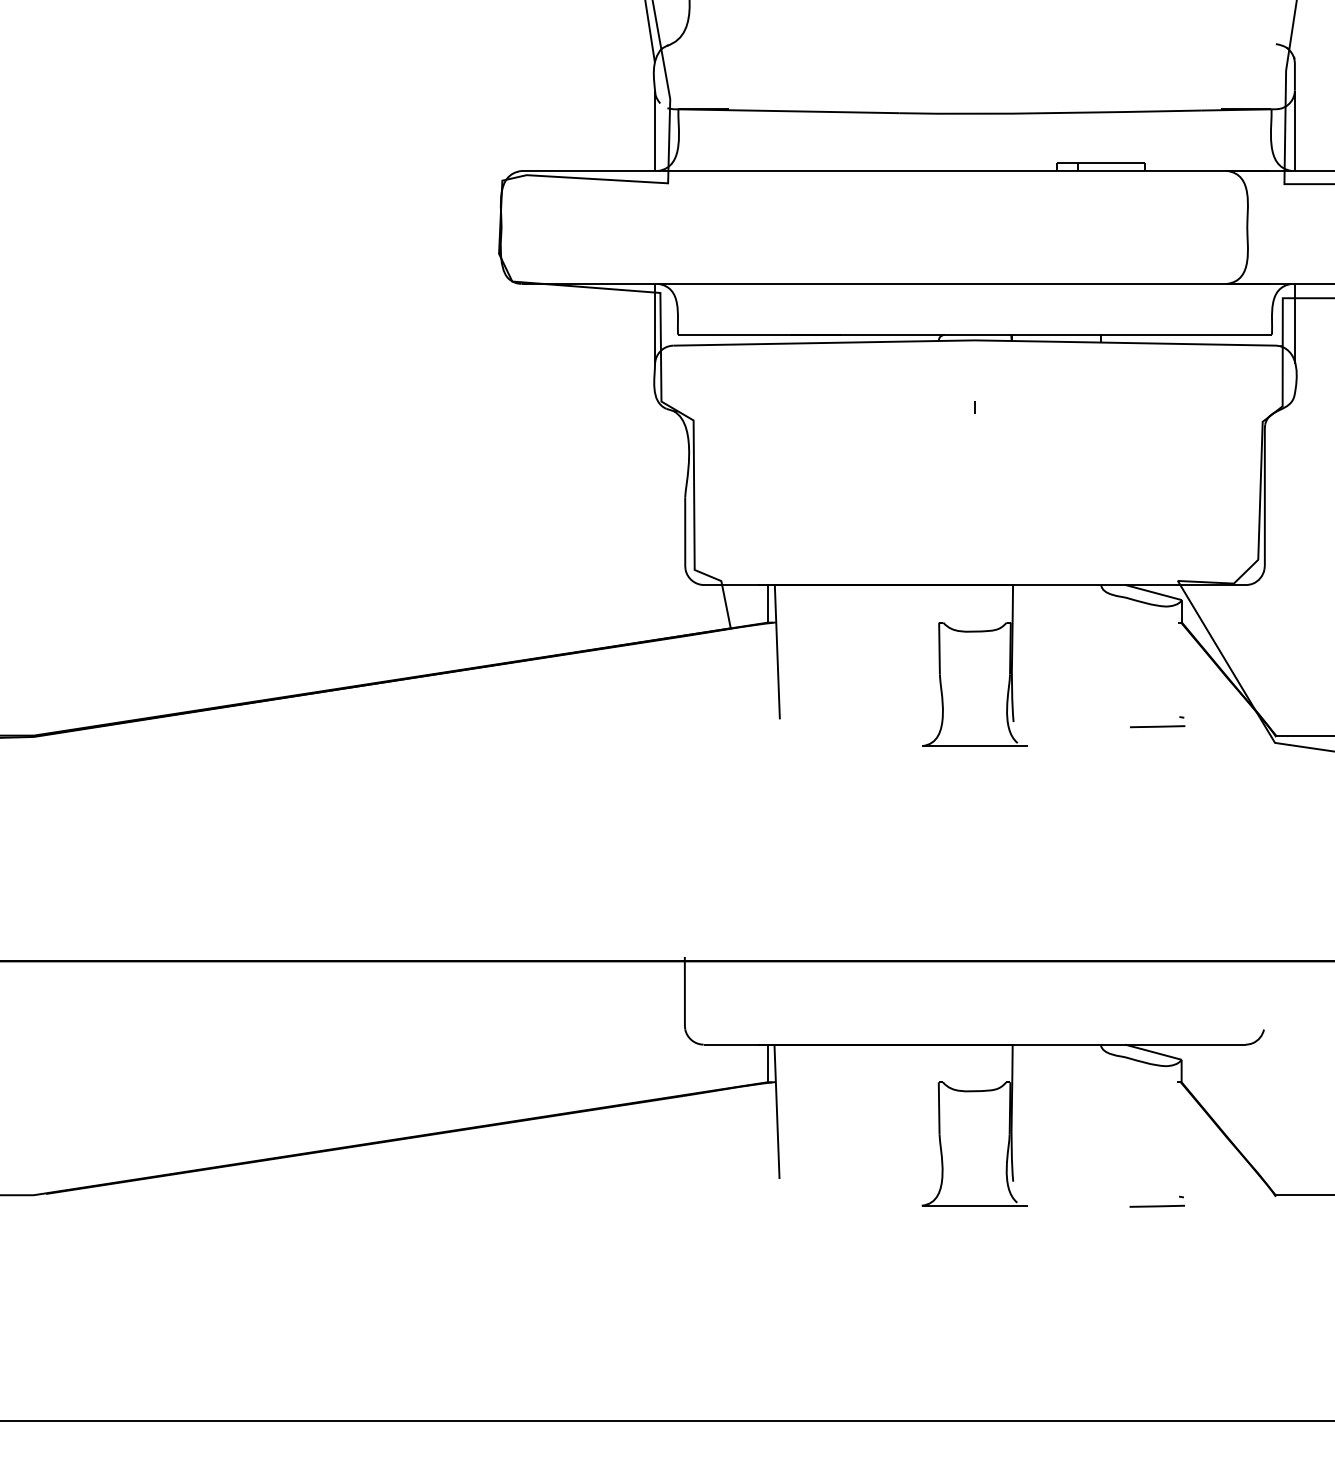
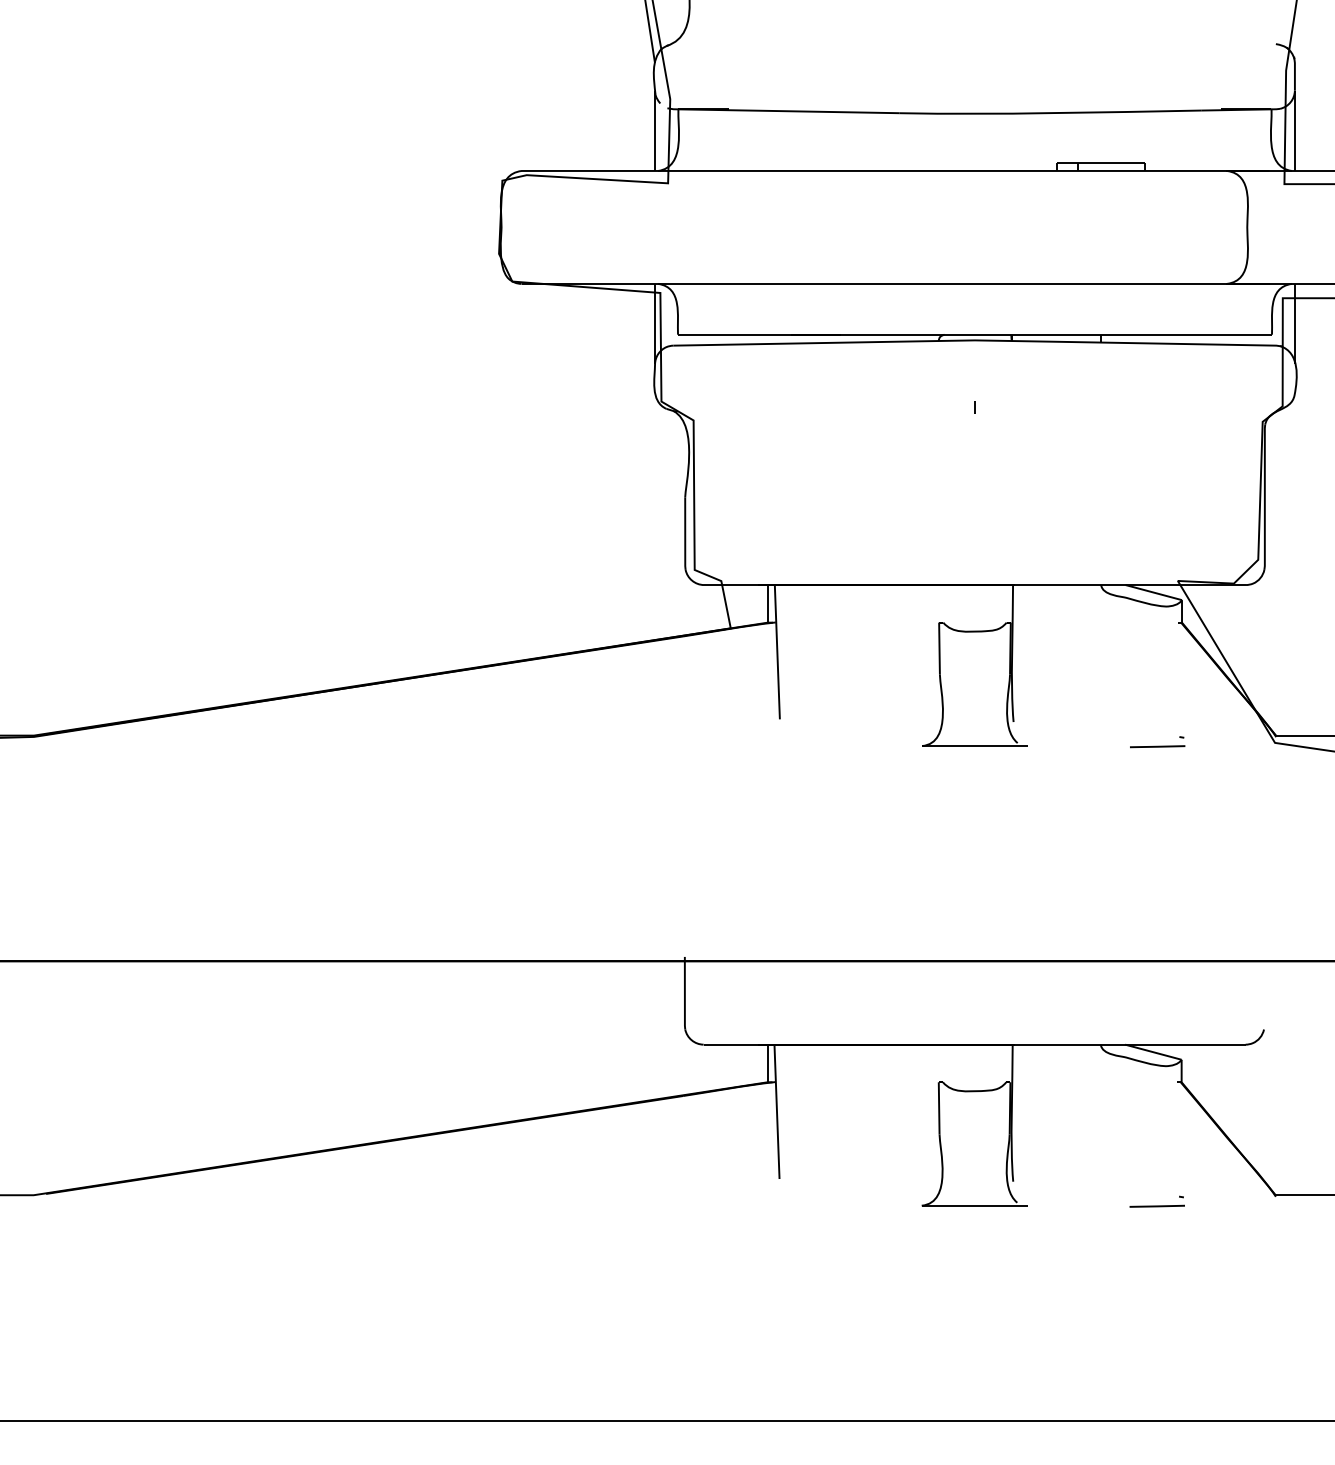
part at (1157, 722) position: (1157, 722) -> (1157, 742)
